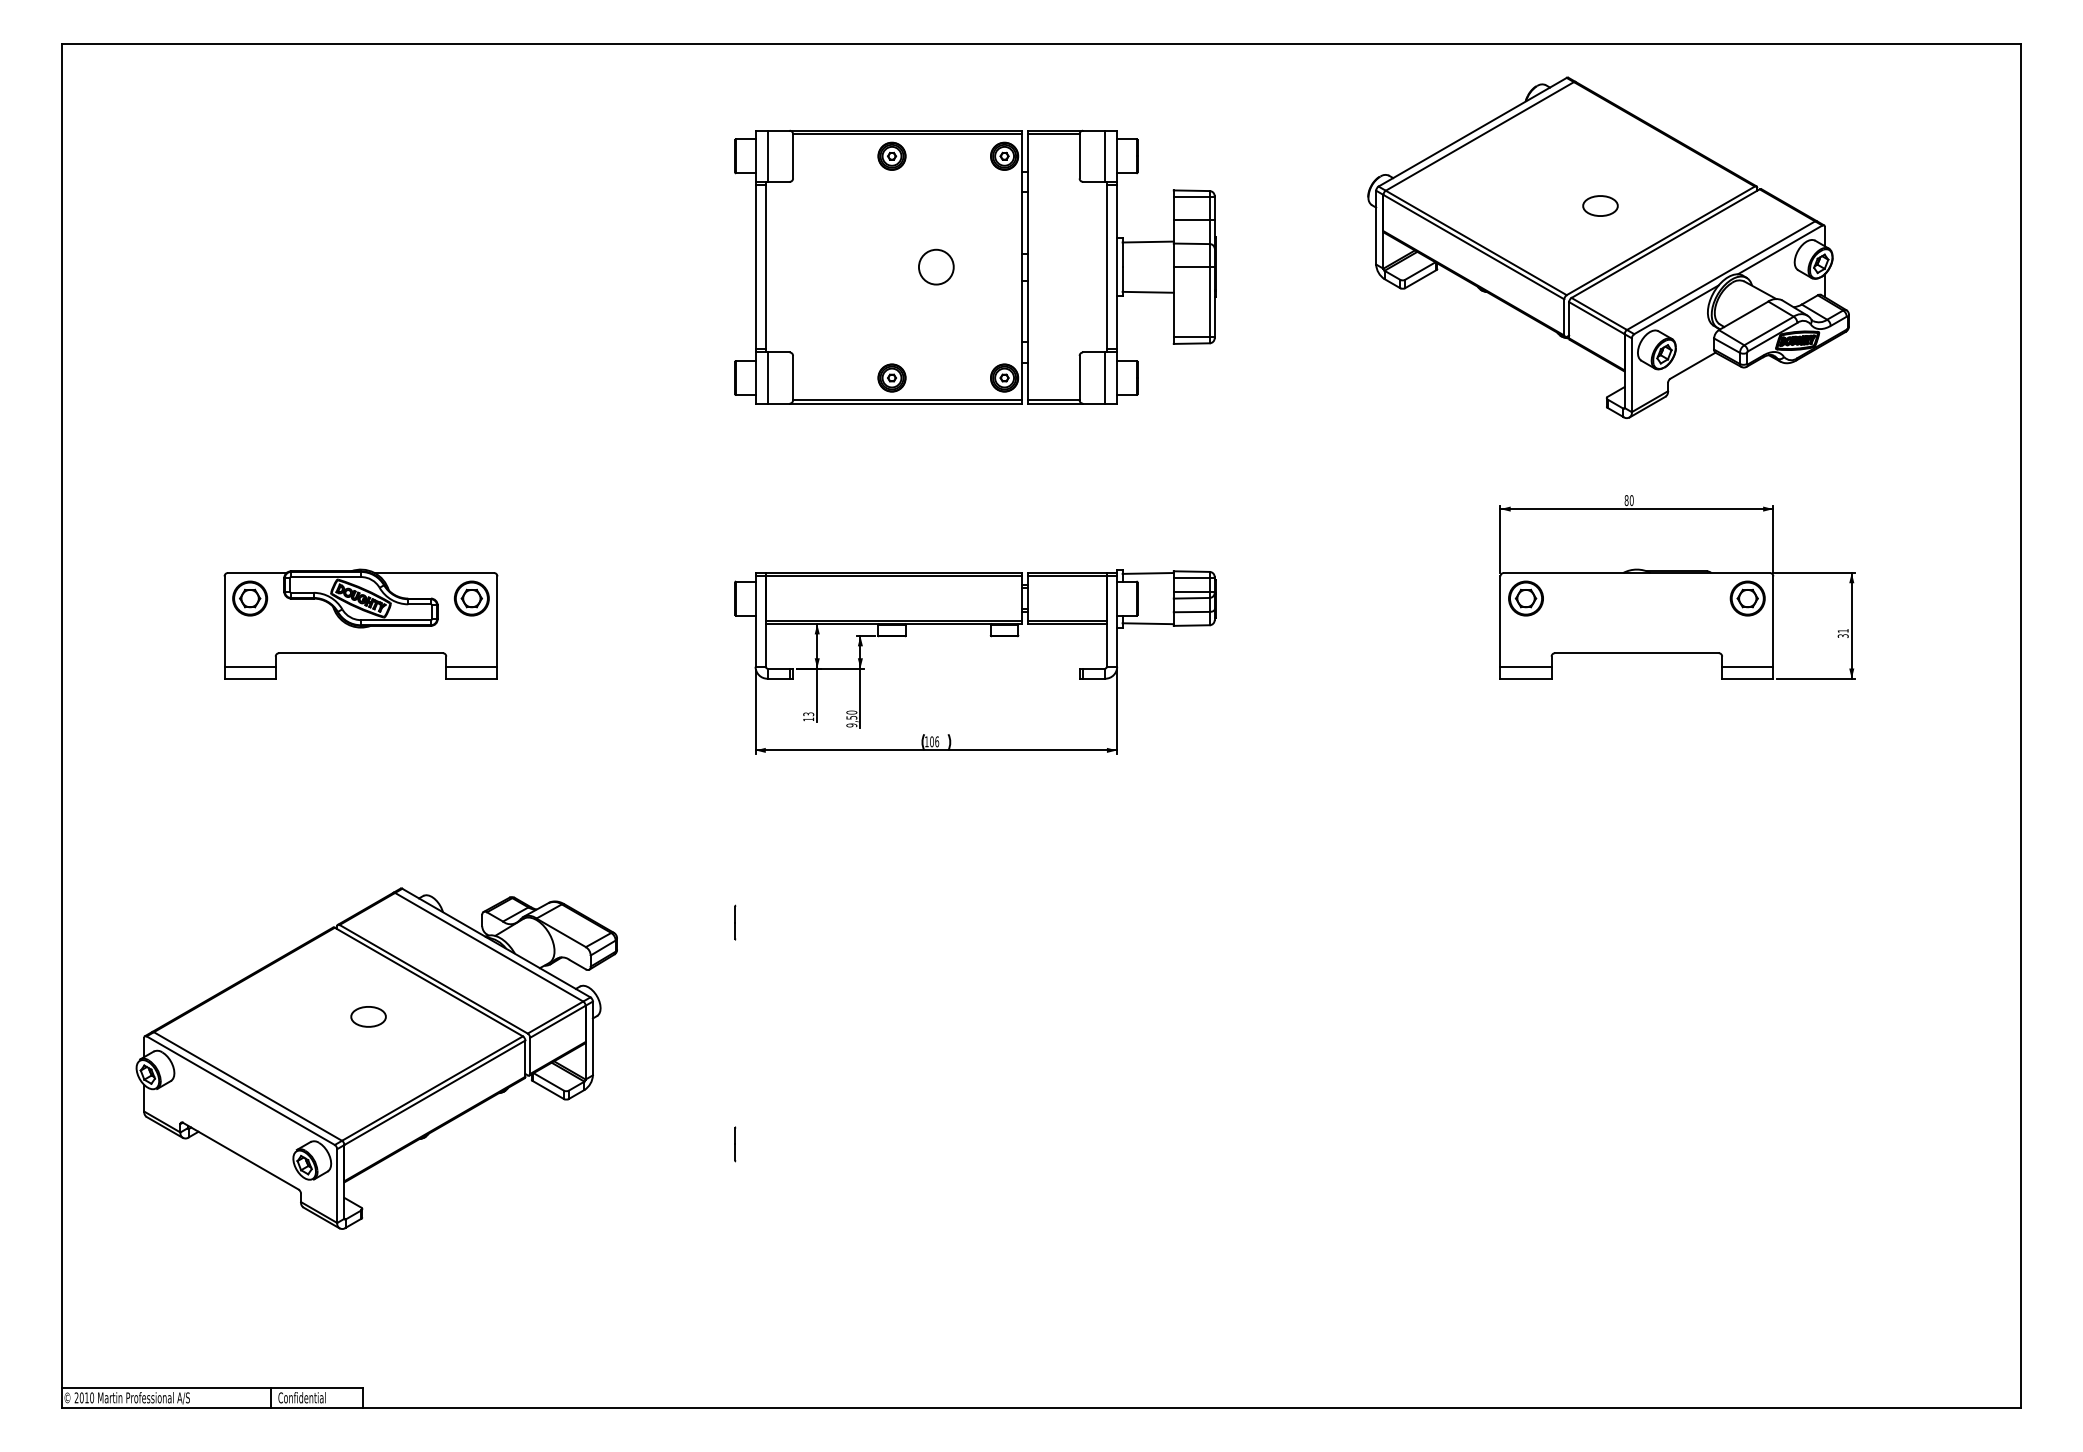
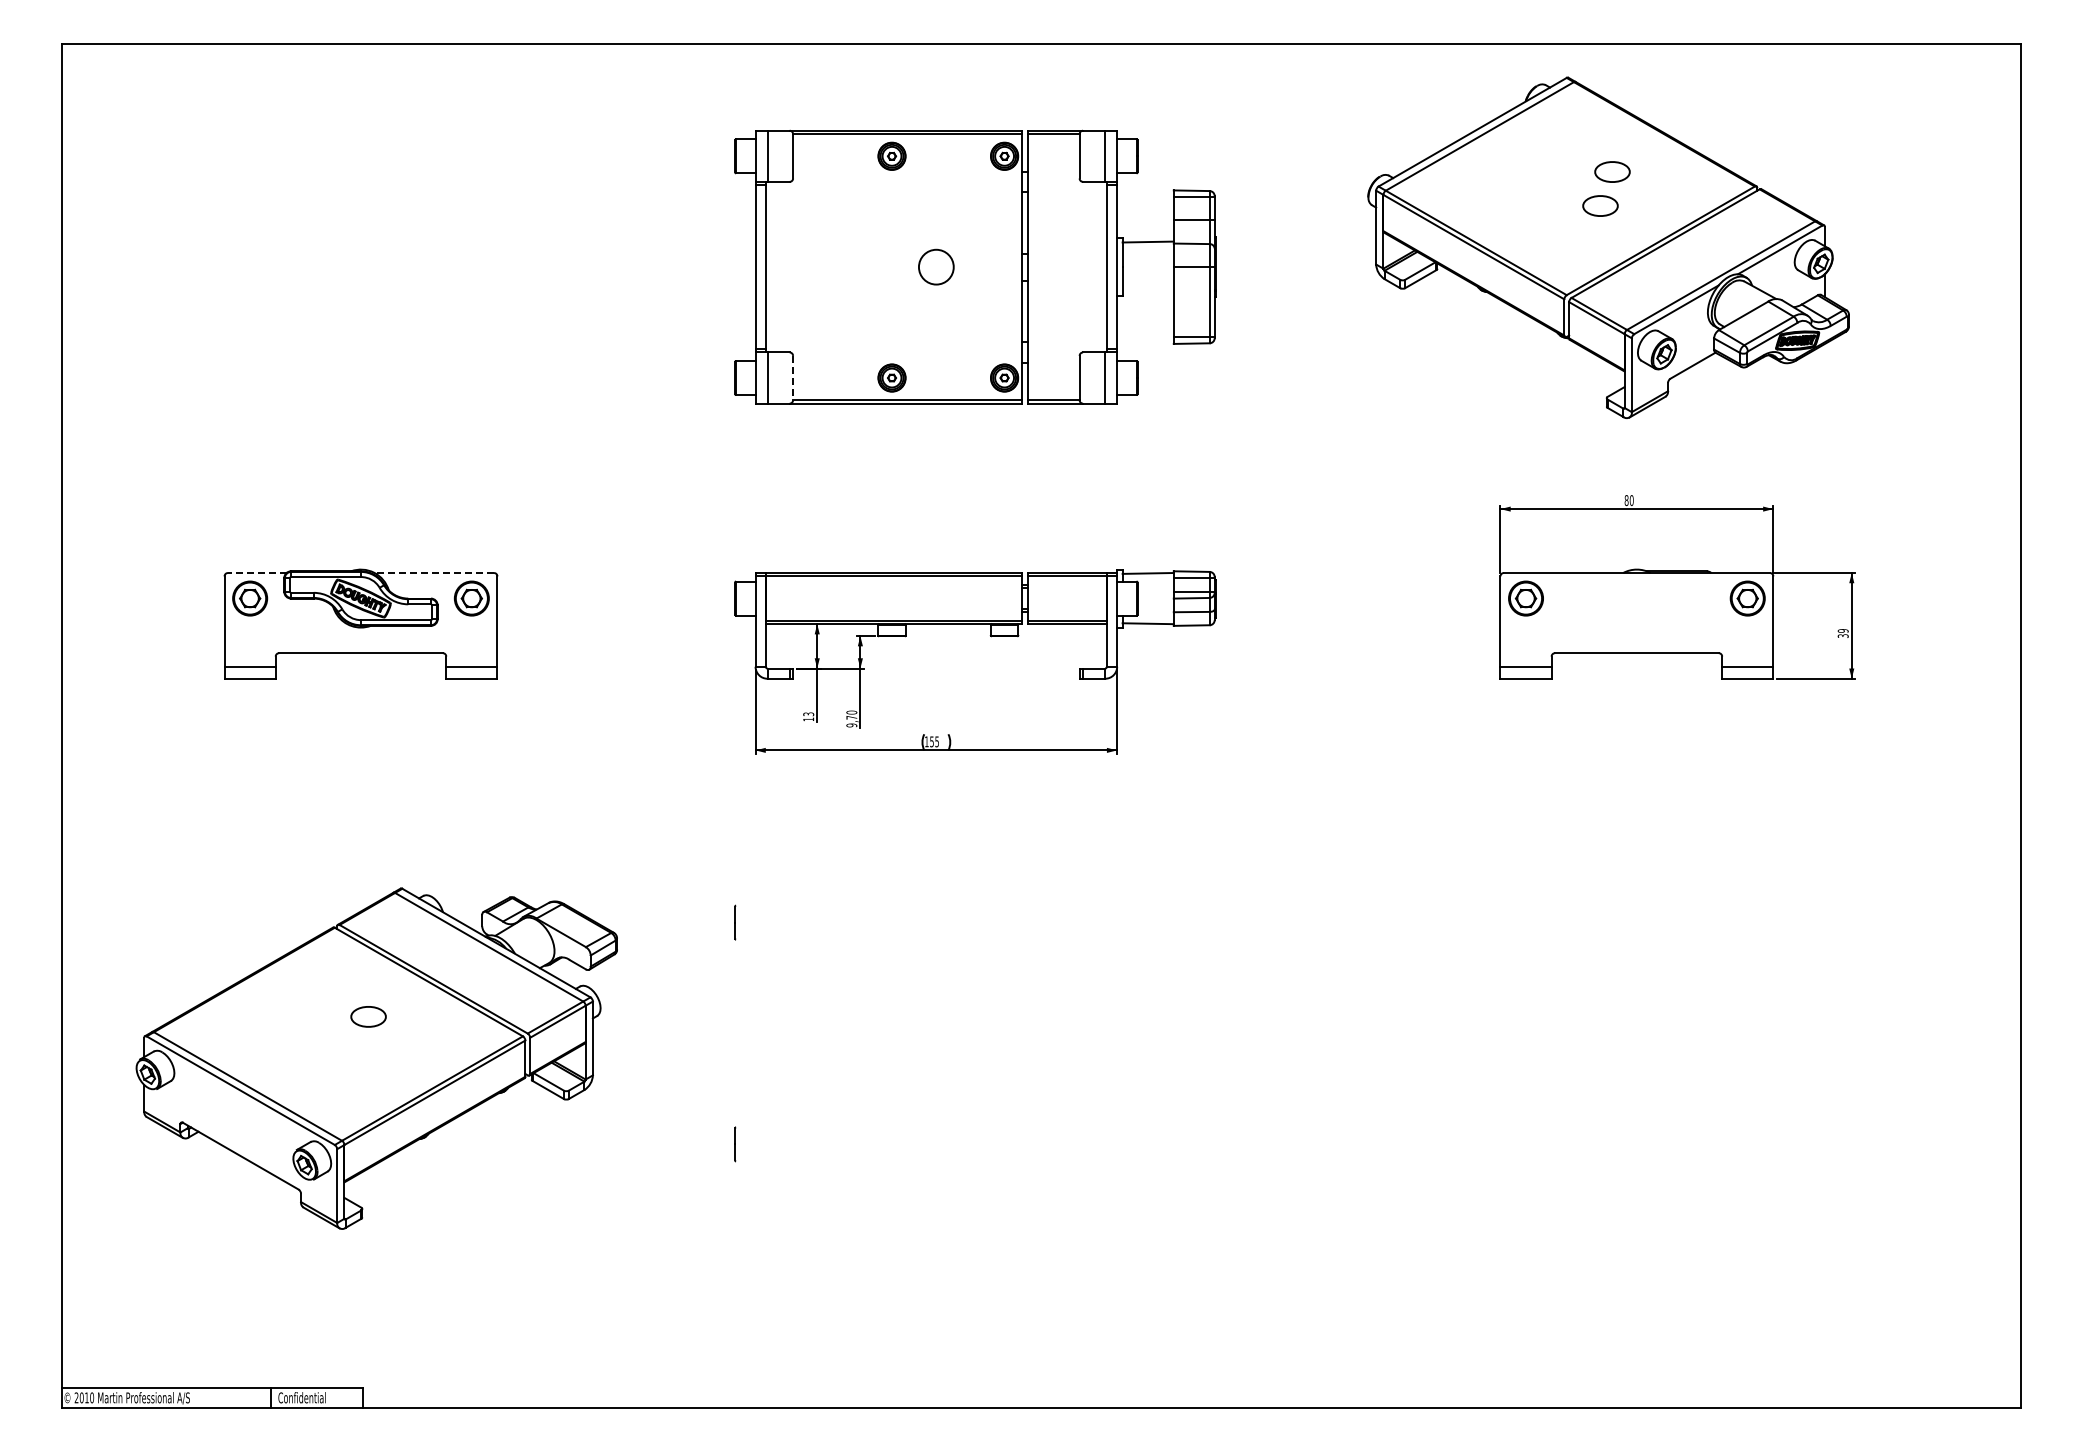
part at (1612, 171): none -> present
line at (1147, 291): present -> none
line at (793, 378): solid -> dashed
line at (256, 573): solid -> dashed
line at (434, 573): solid -> dashed
text at (1842, 630): 31 -> 39
text at (851, 717): 9,50 -> 9,70
text at (934, 741): 106 -> 155
